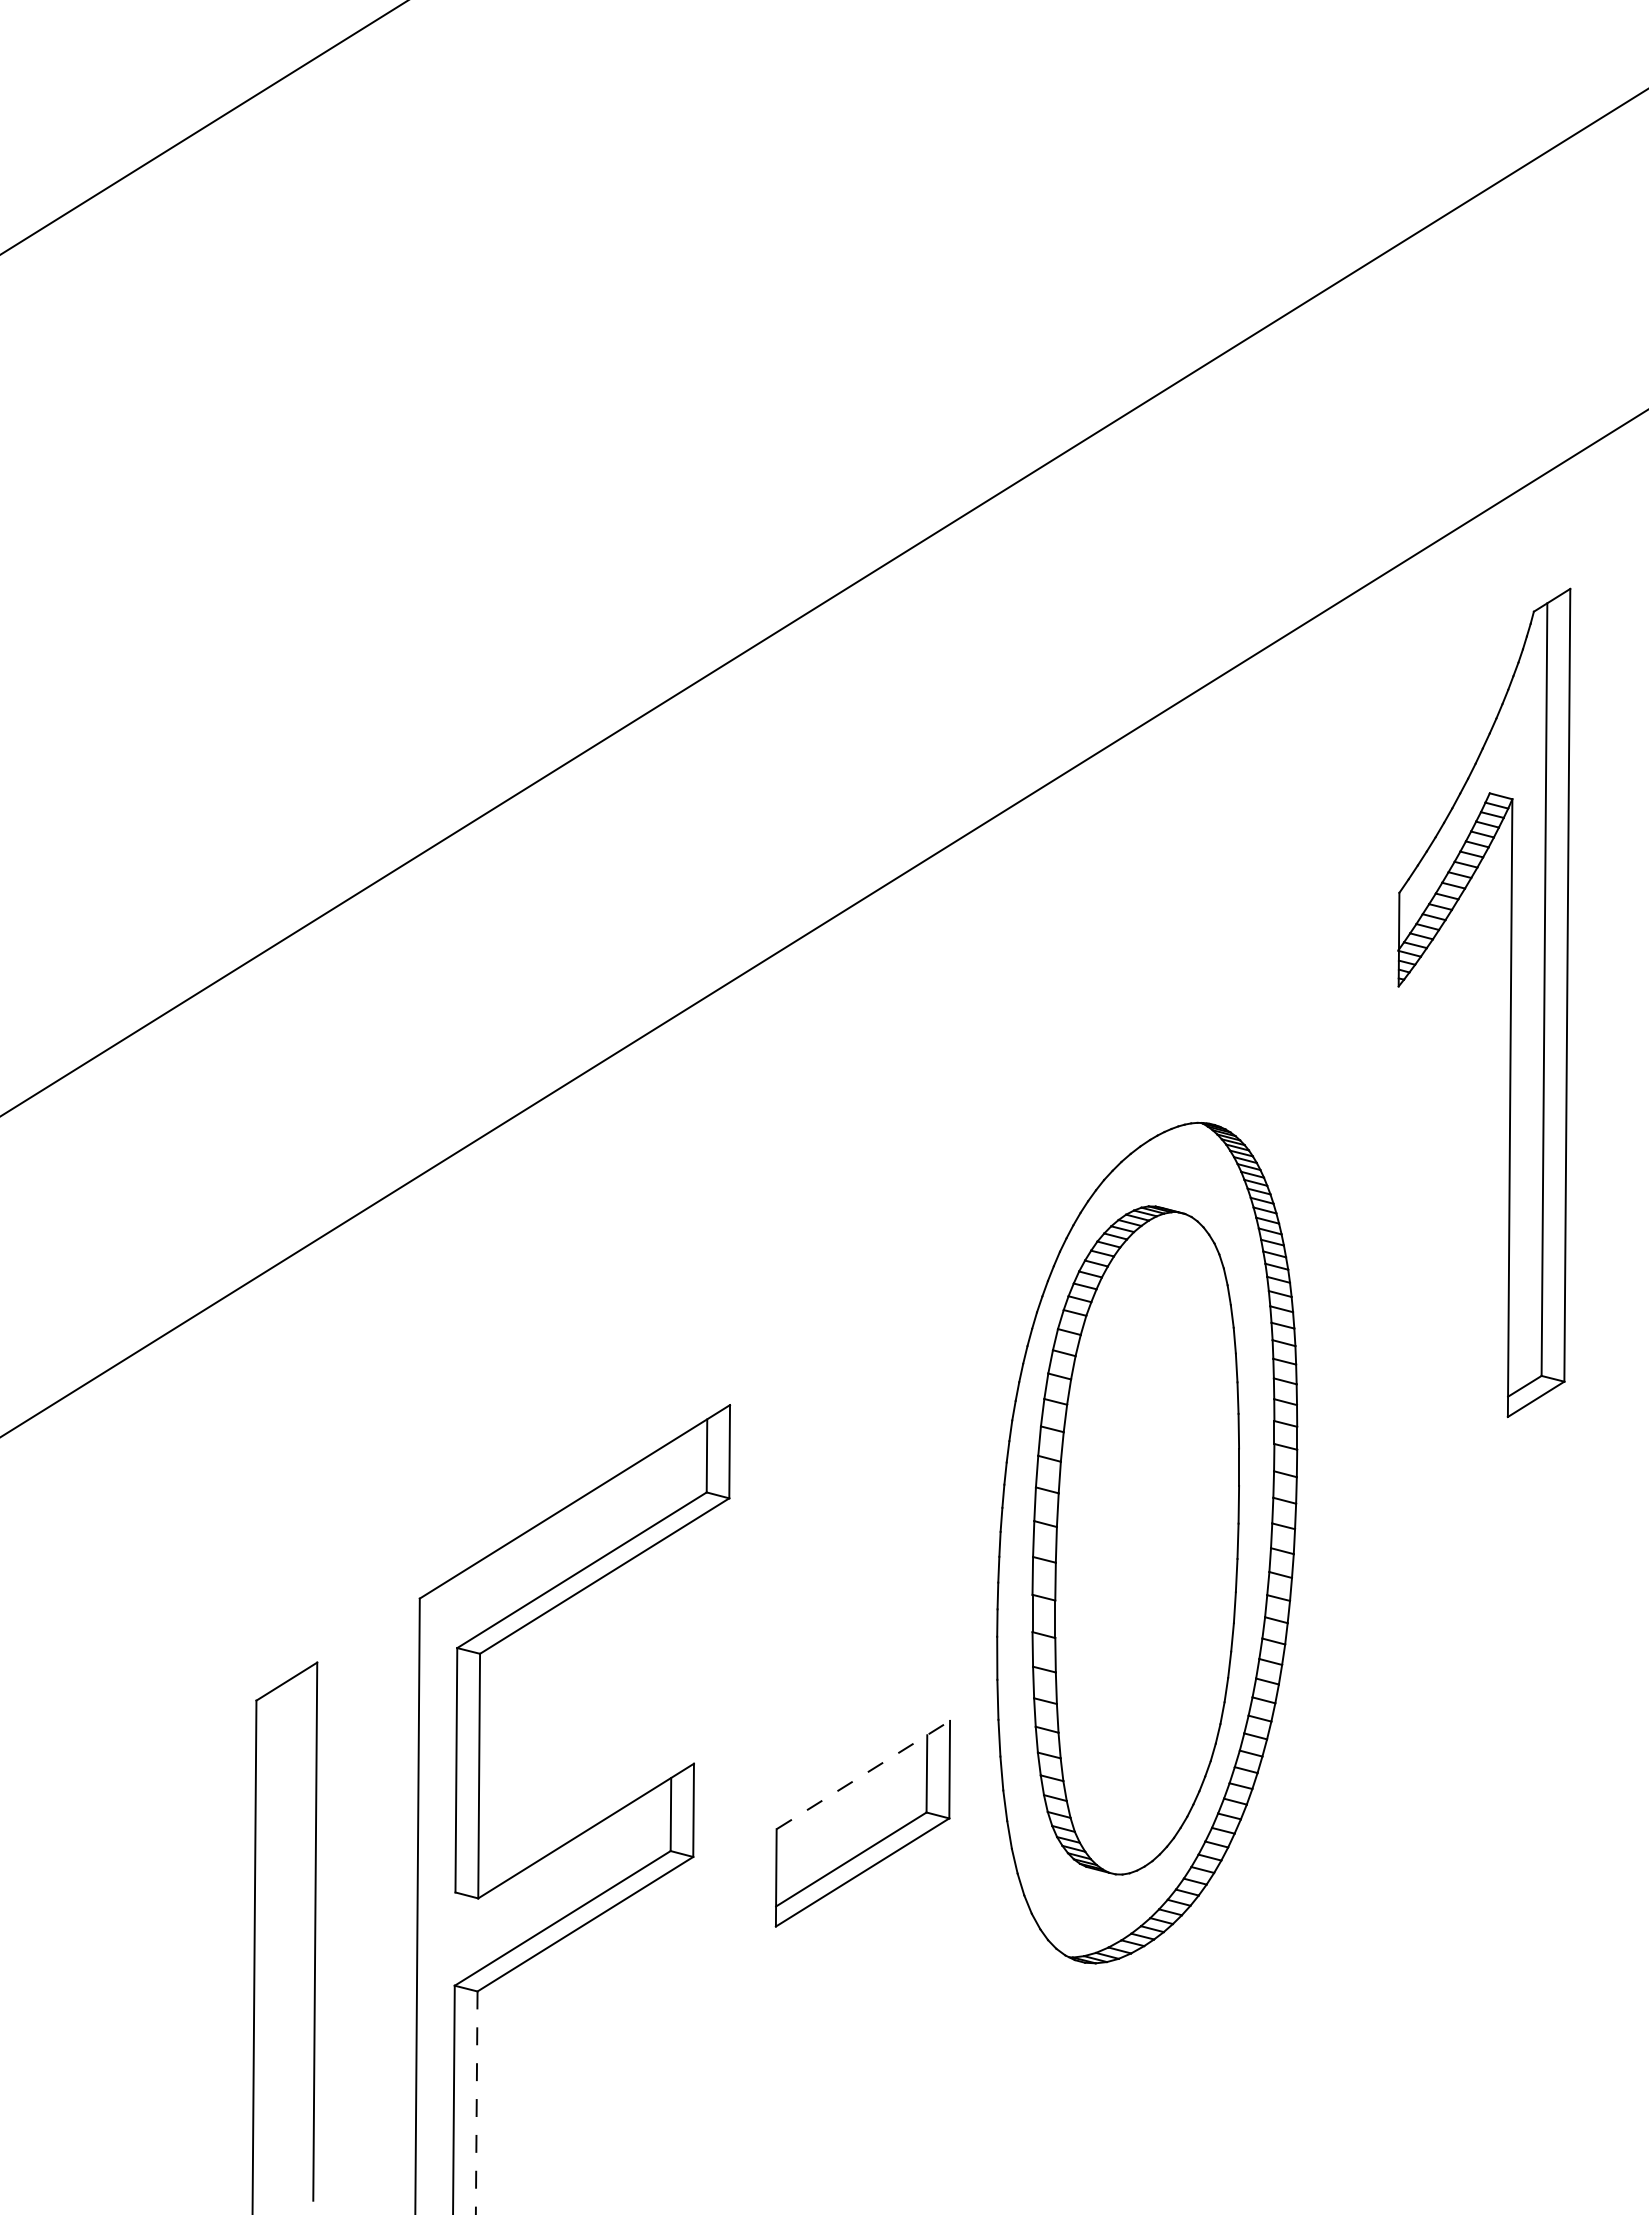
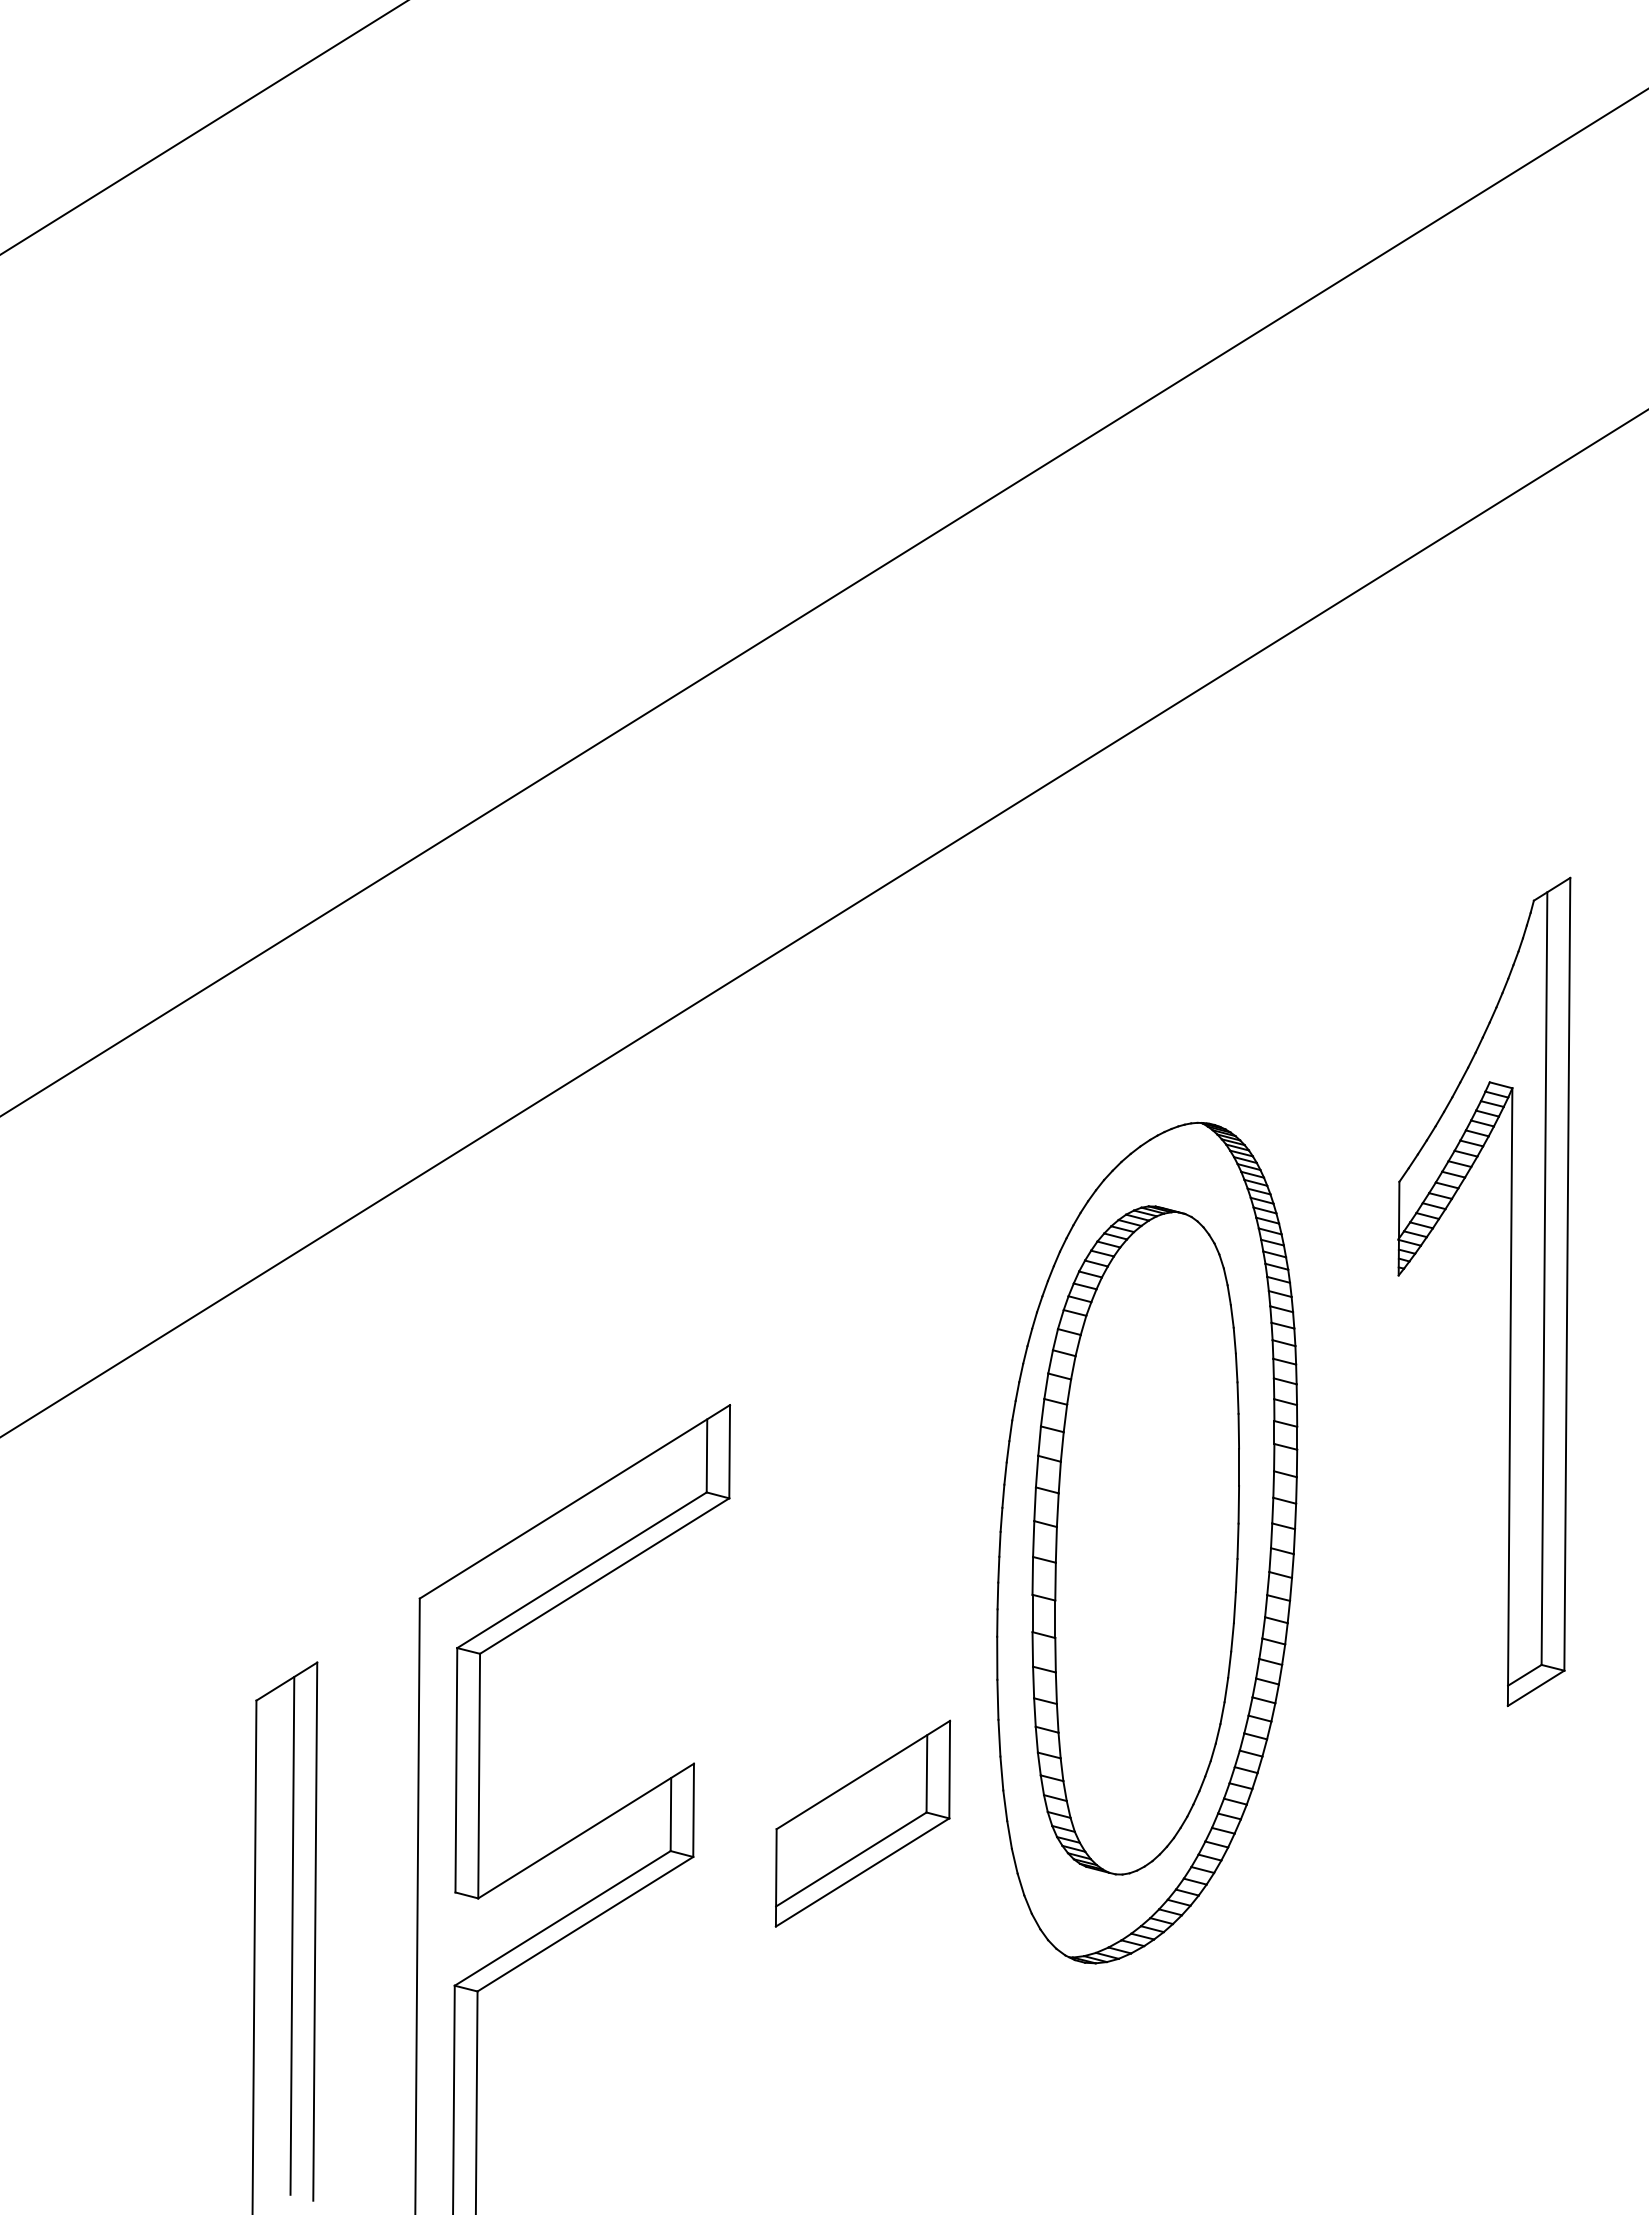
part at (1510, 1002) position: (1510, 1002) -> (1510, 1291)
line at (863, 1774): dashed -> solid
line at (292, 1935): none -> present
line at (476, 2103): dashed -> solid
